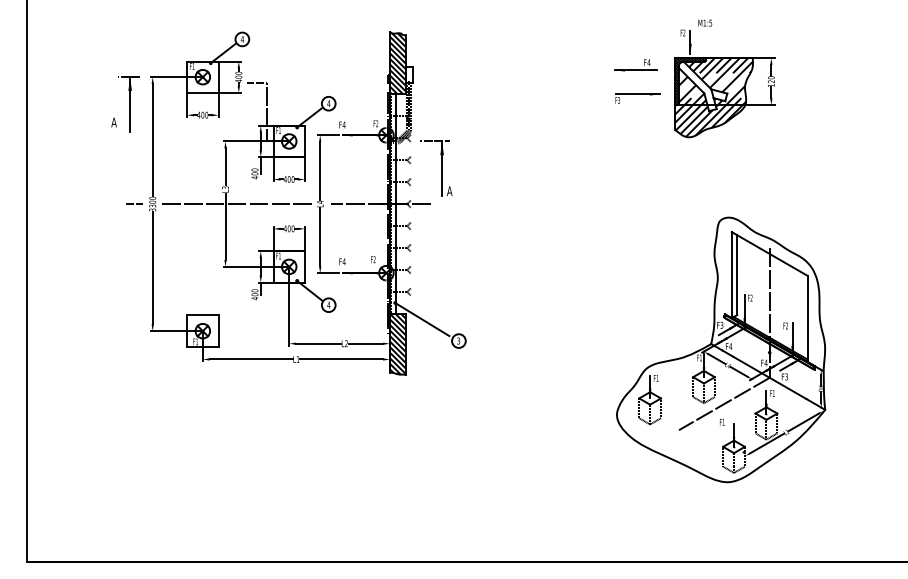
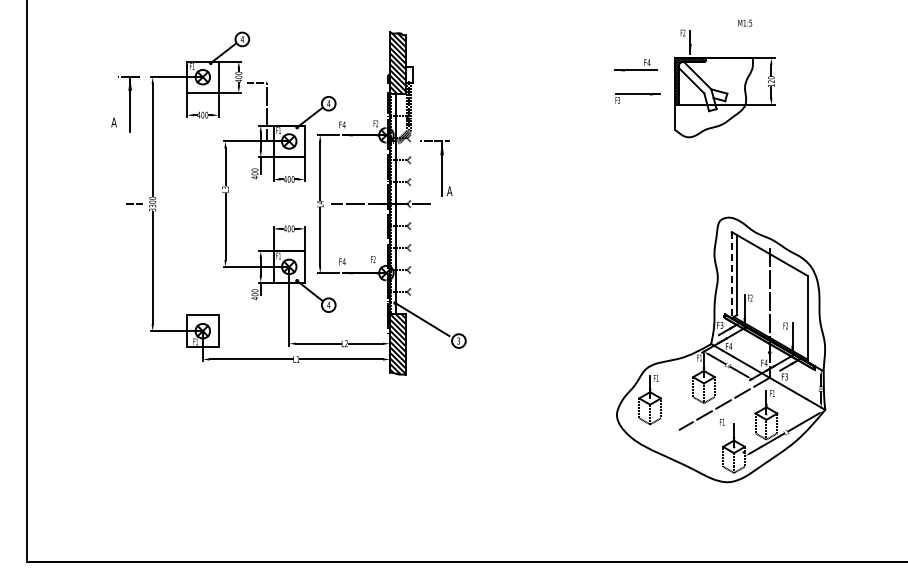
text at (705, 22) position: (705, 22) -> (745, 22)
hatch at (713, 97): present -> none
line at (235, 204): present -> none
line at (731, 275): solid -> dashed
